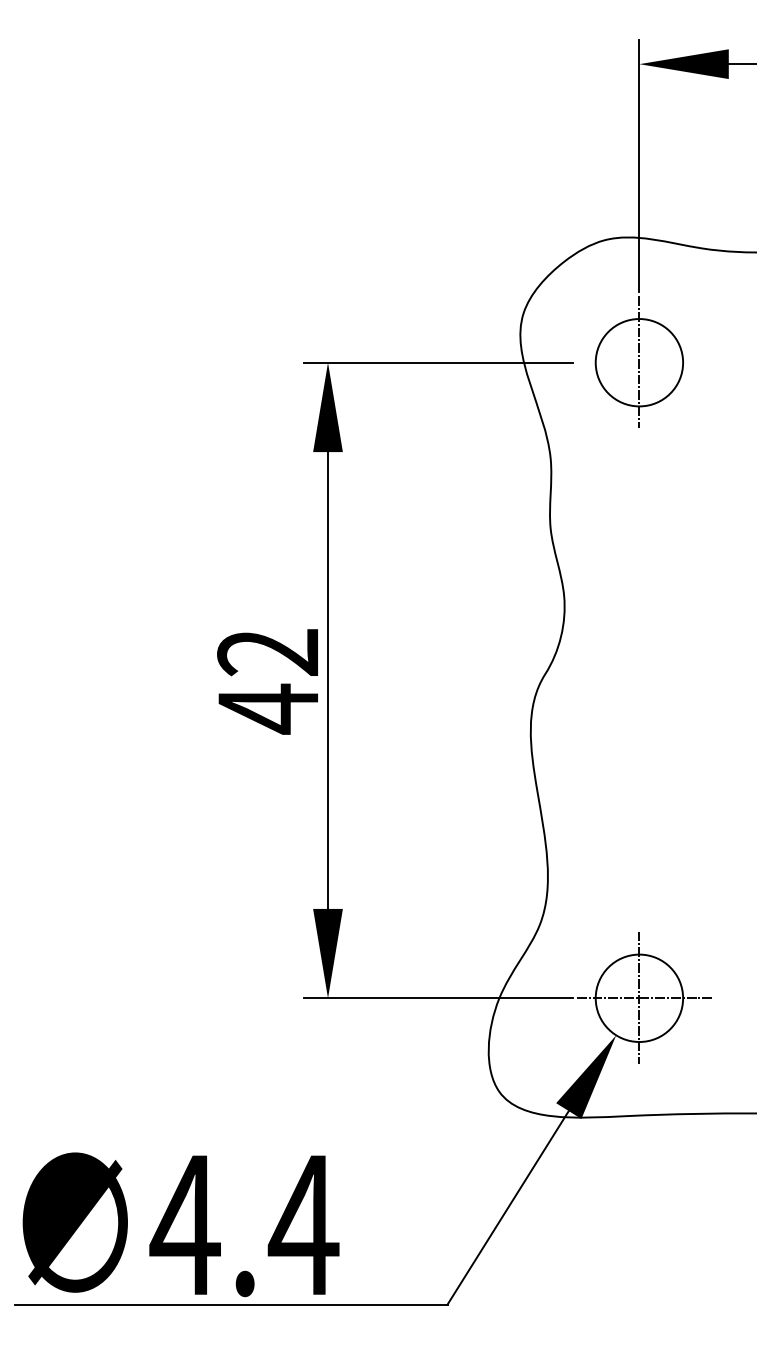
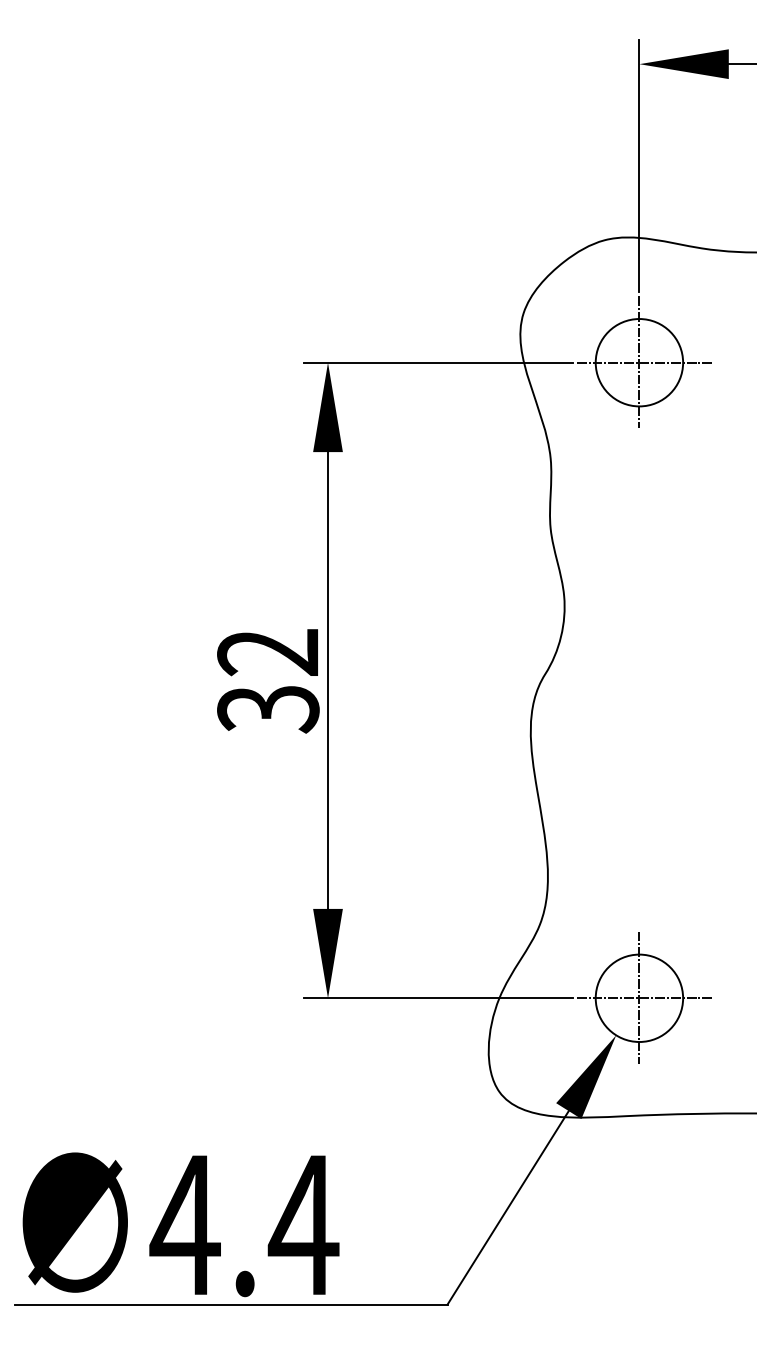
line at (644, 362): none -> present
text at (268, 708): 42 -> 32
